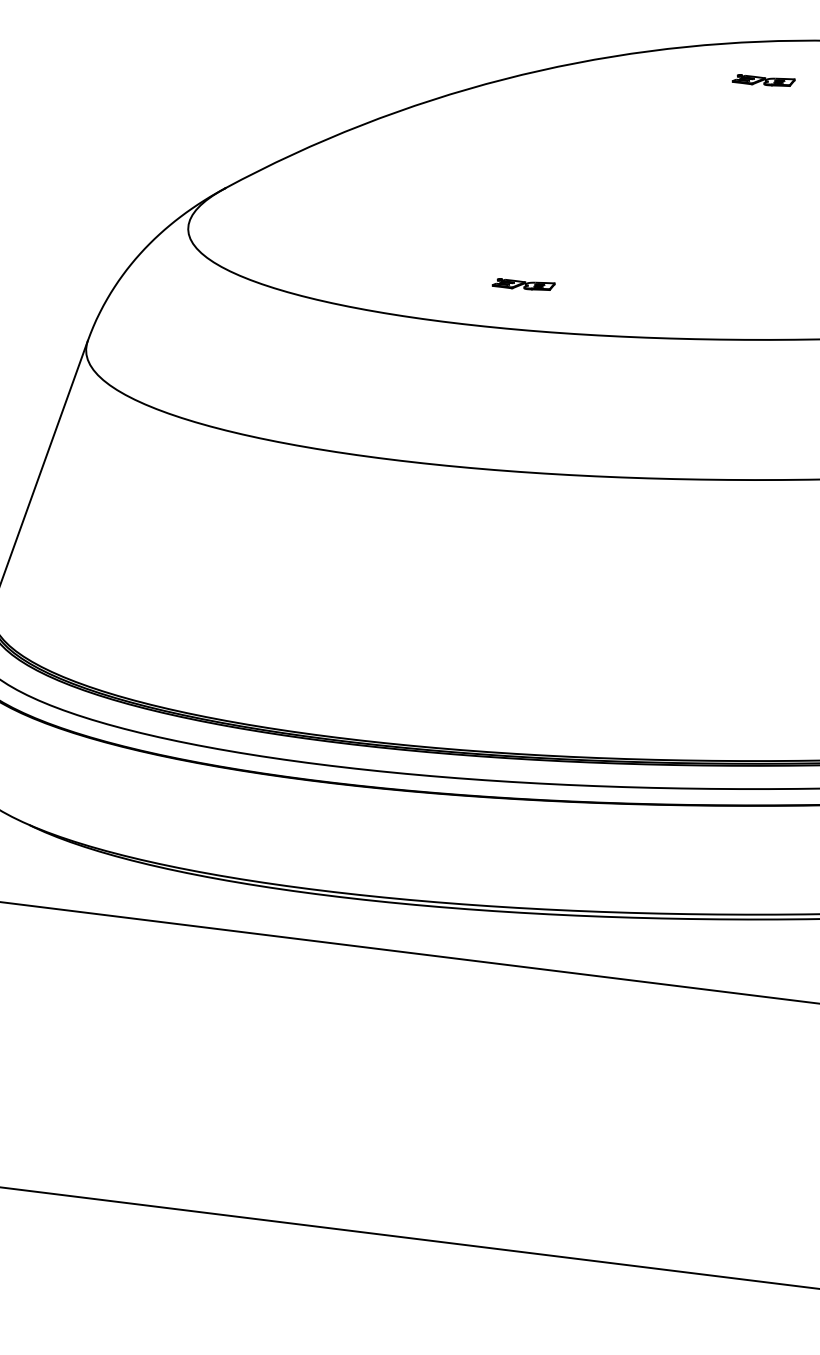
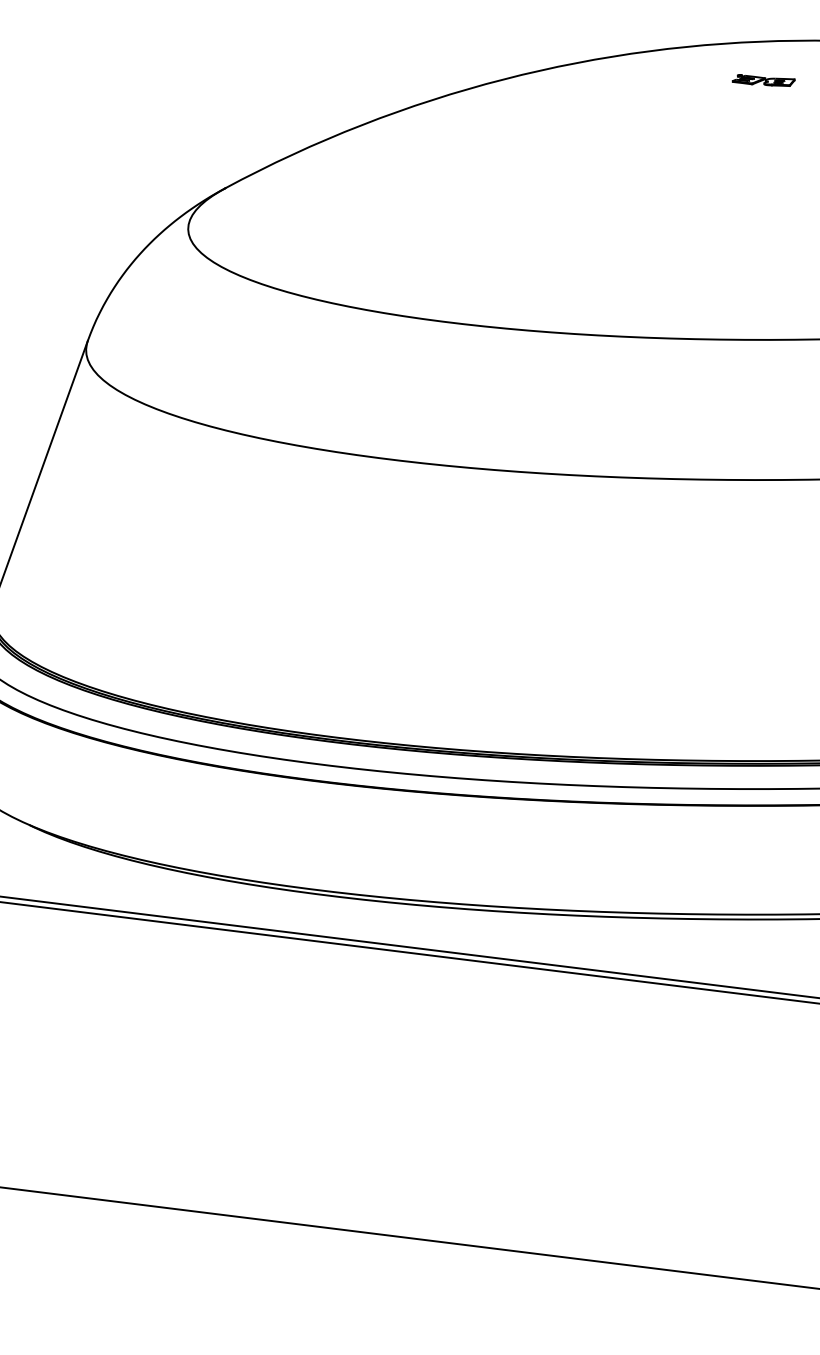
part at (523, 284): present -> none
line at (409, 946): none -> present
